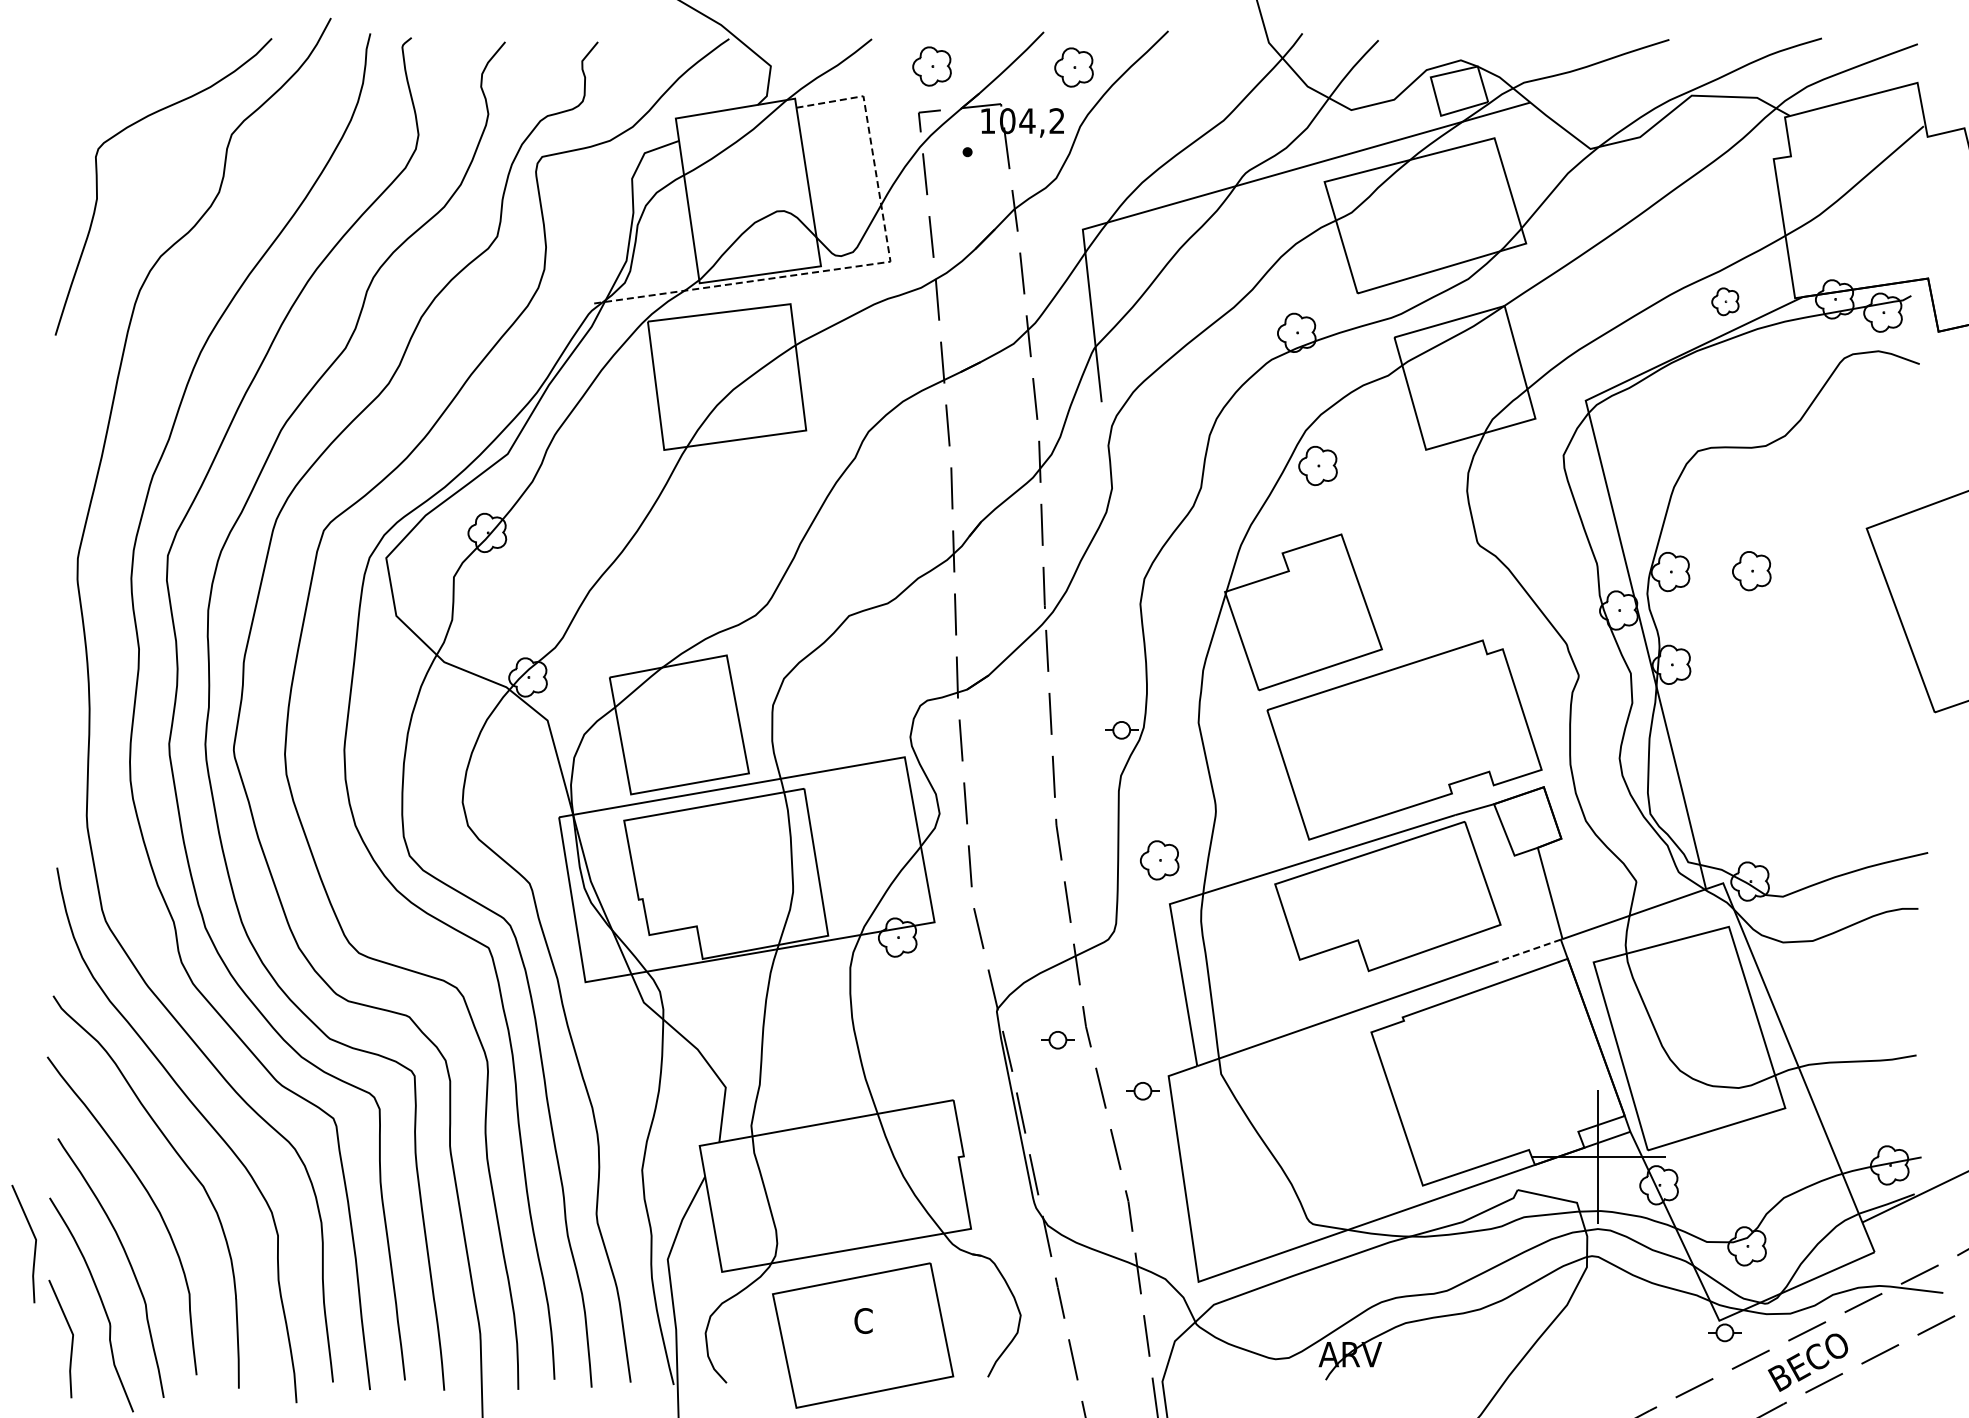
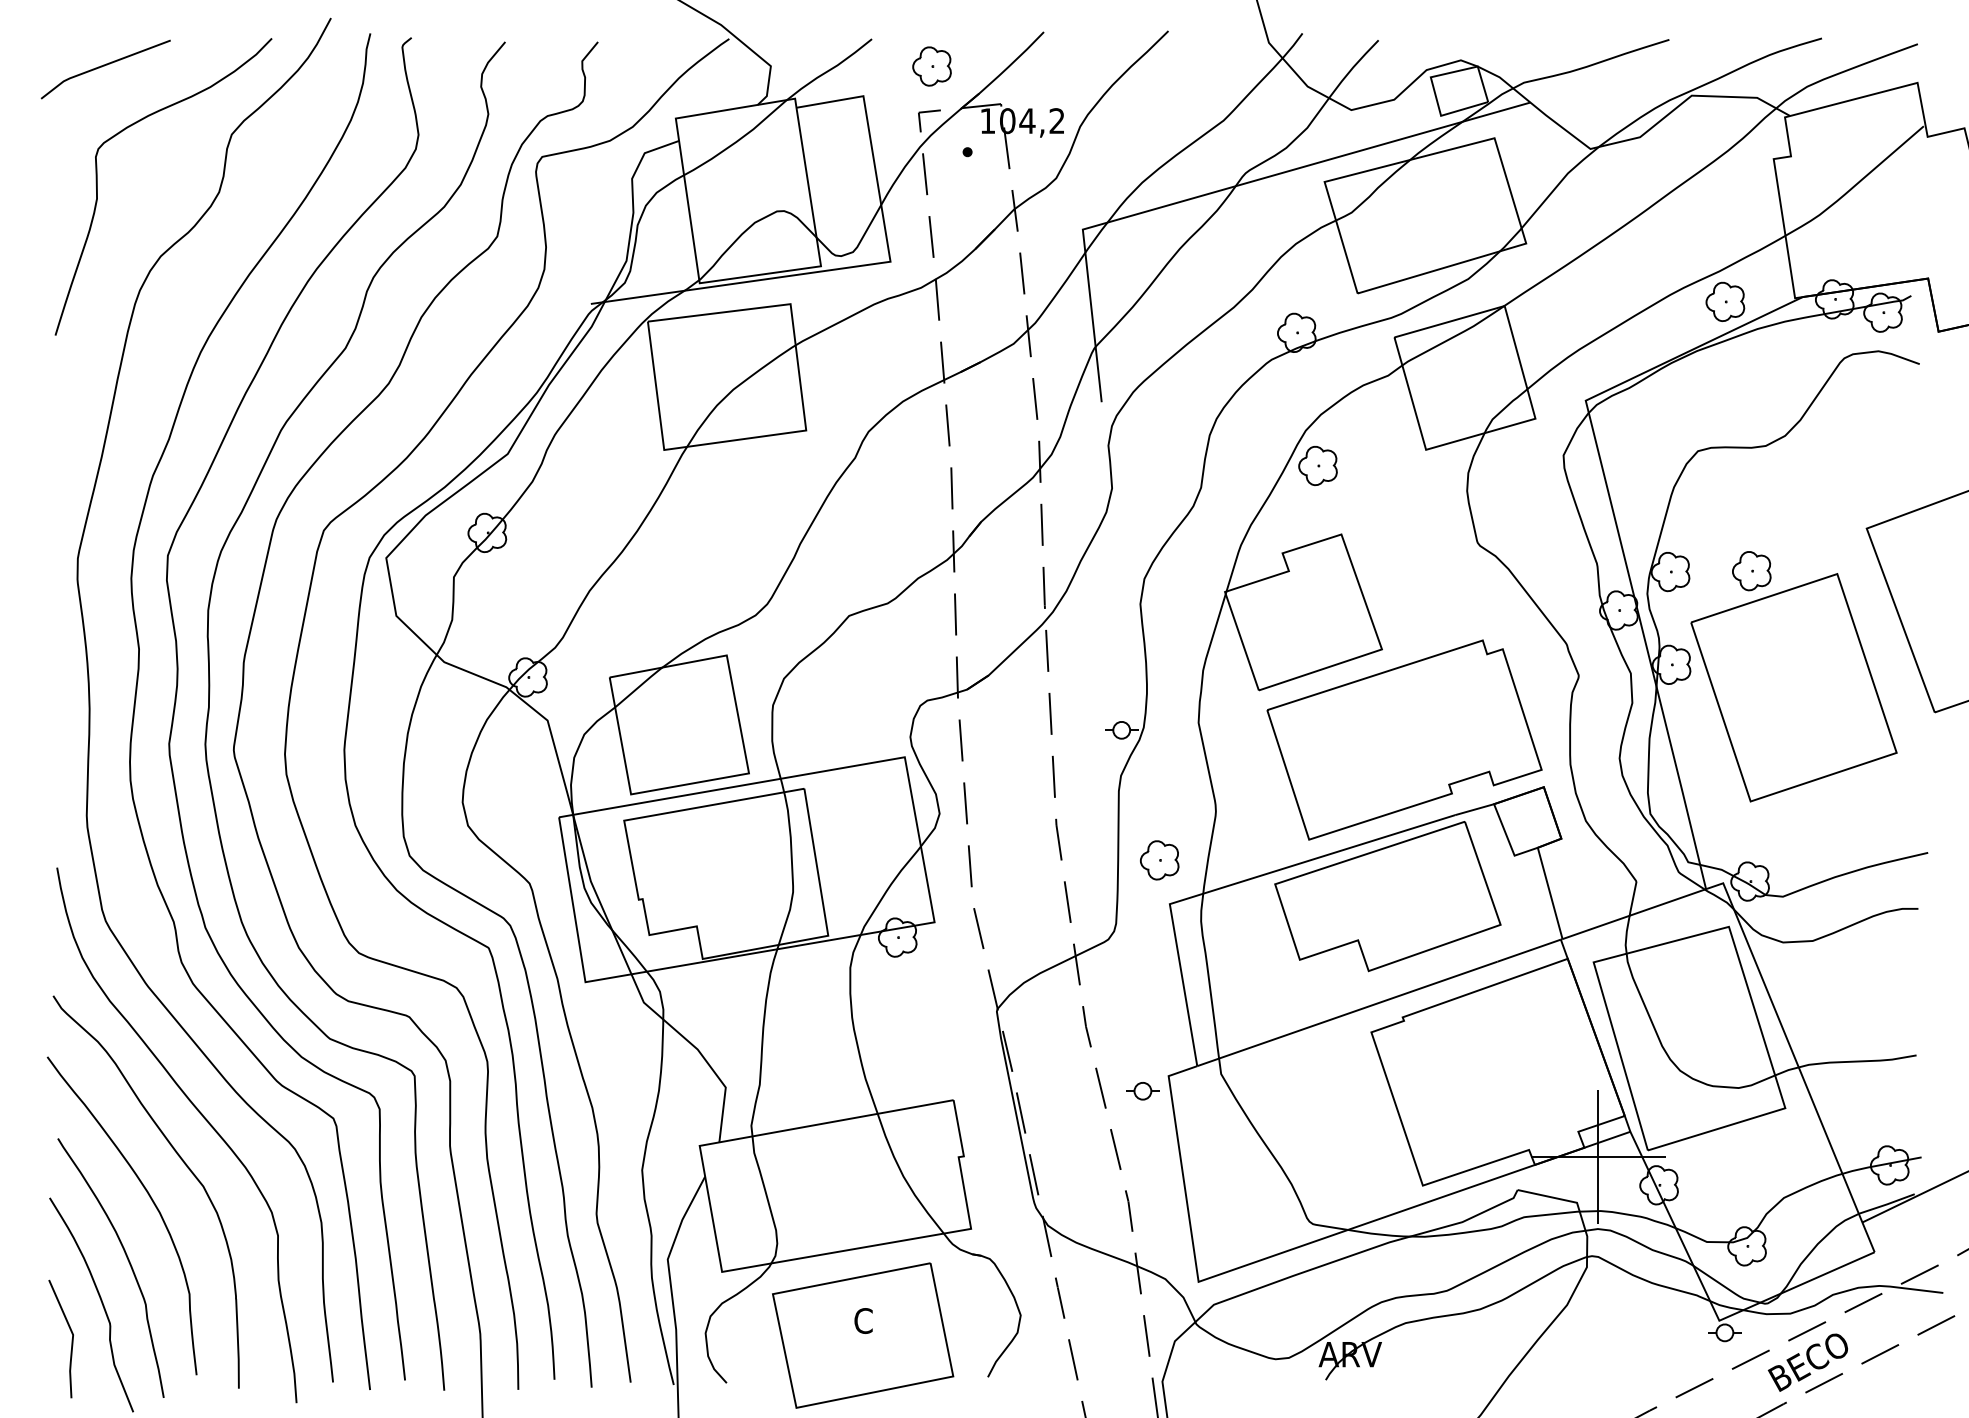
line at (104, 66): none -> present
part at (1073, 67): present -> none
line at (857, 266): dashed -> solid
part at (1725, 301) size: 29x30 px -> 41x41 px
part at (1793, 687): none -> present
line at (1529, 950): dashed -> solid
part at (1057, 1040): present -> none
curve at (34, 1244): present -> none
